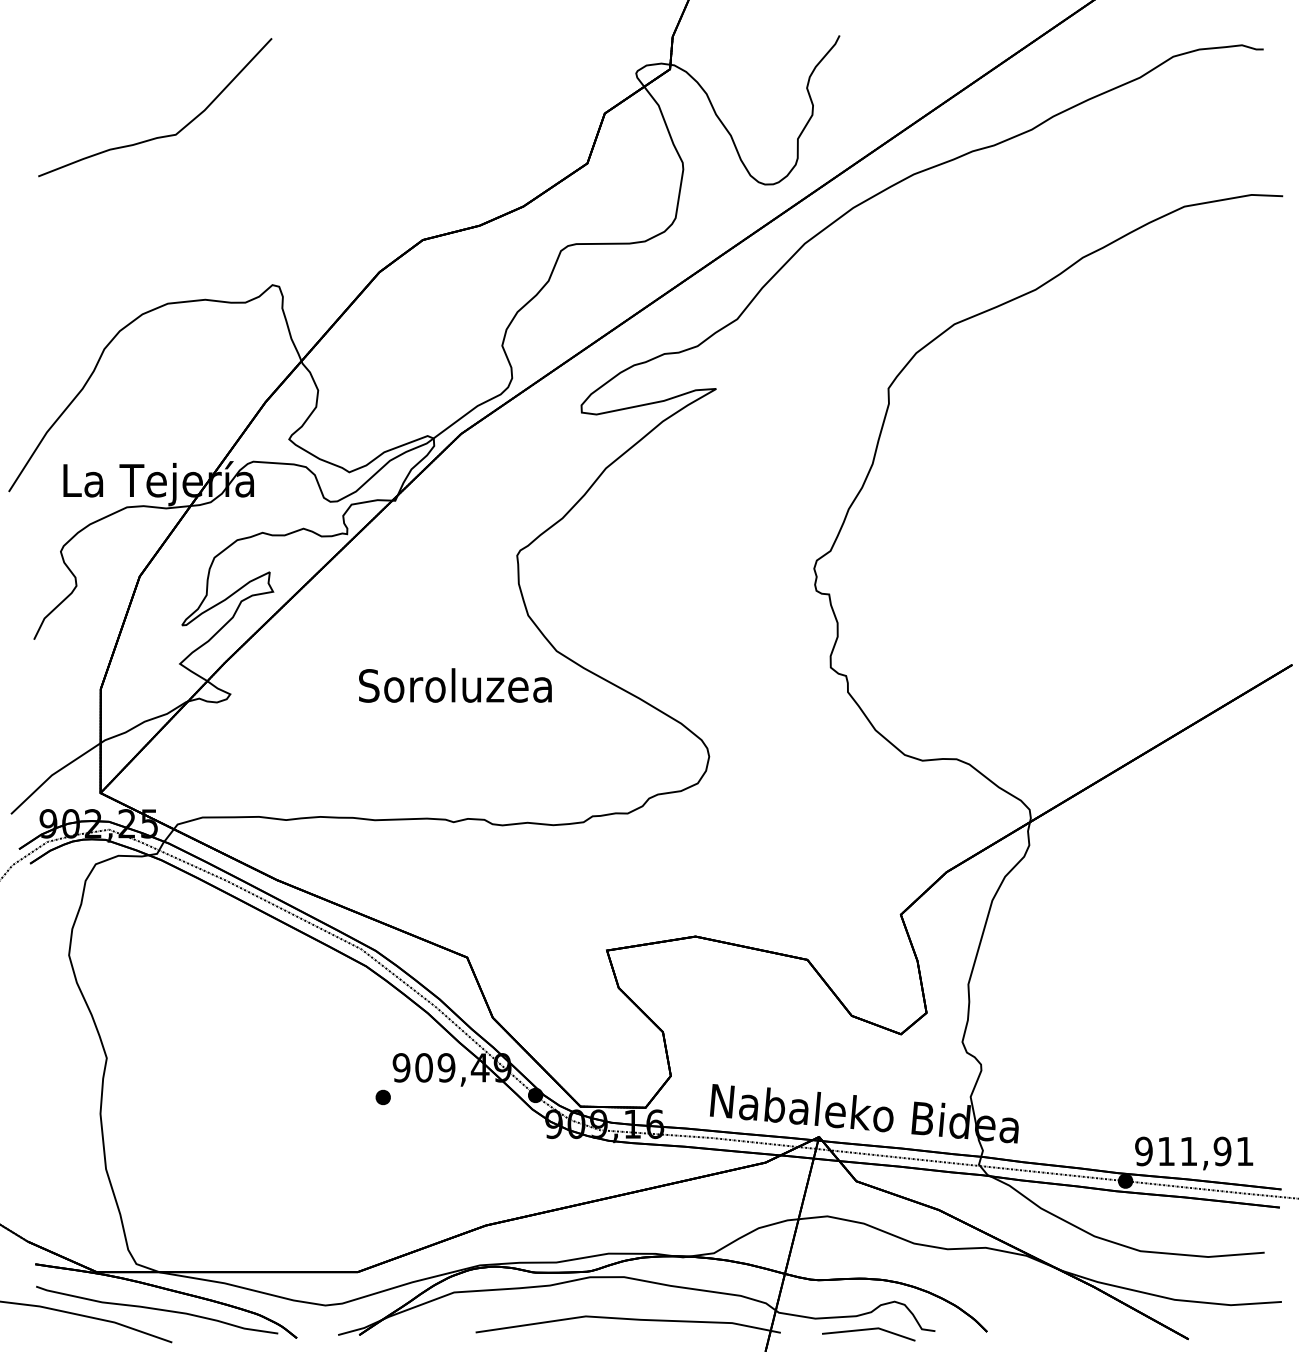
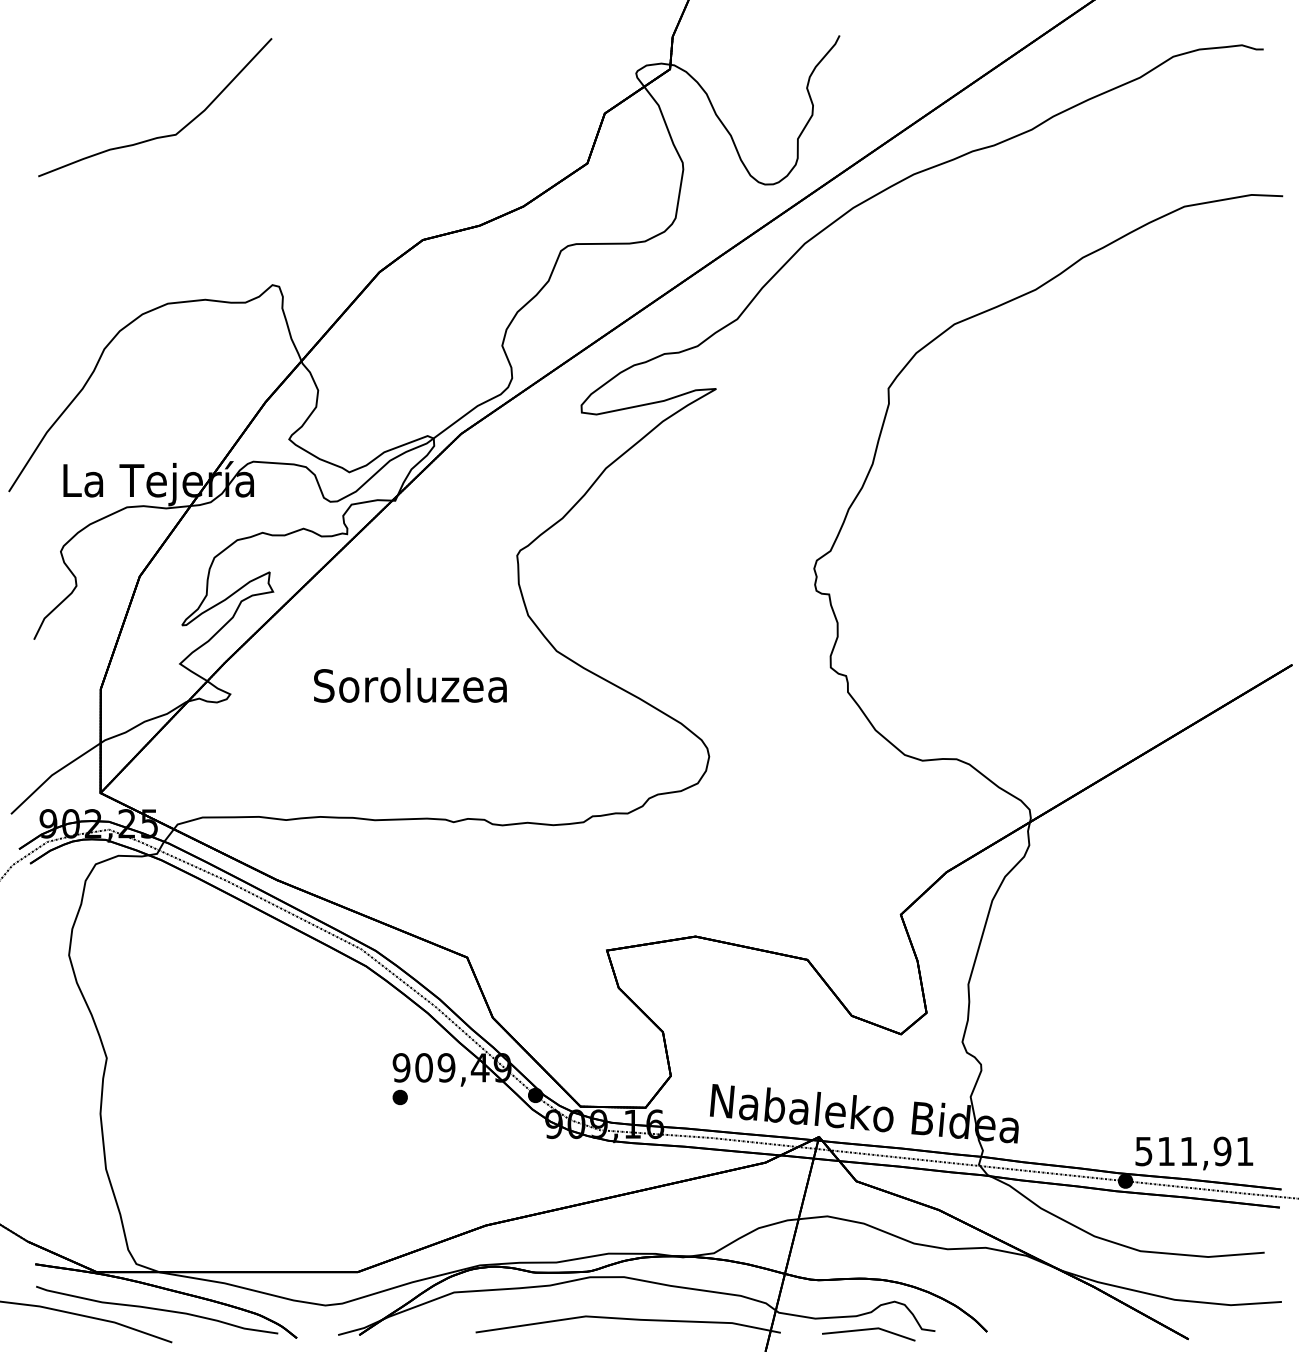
text at (455, 685) position: (455, 685) -> (410, 685)
part at (382, 1097) position: (382, 1097) -> (399, 1097)
text at (1143, 1151): 911,91 -> 511,91
